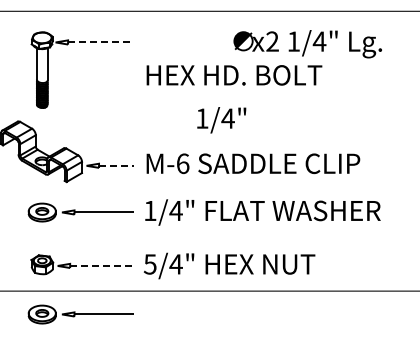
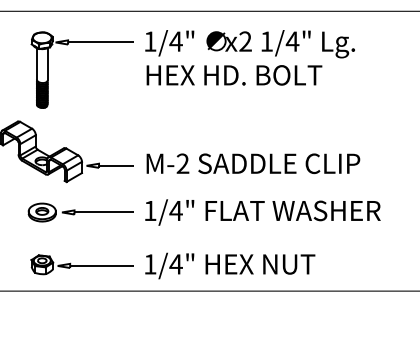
line at (101, 42): dashed -> solid
text at (307, 44) position: (307, 44) -> (280, 44)
text at (221, 120) position: (221, 120) -> (169, 43)
text at (182, 163): M-6 -> M-2
line at (117, 165): dashed -> solid
text at (149, 264): 5/4" -> 1/4"
line at (102, 265): dashed -> solid
part at (80, 314): present -> none
